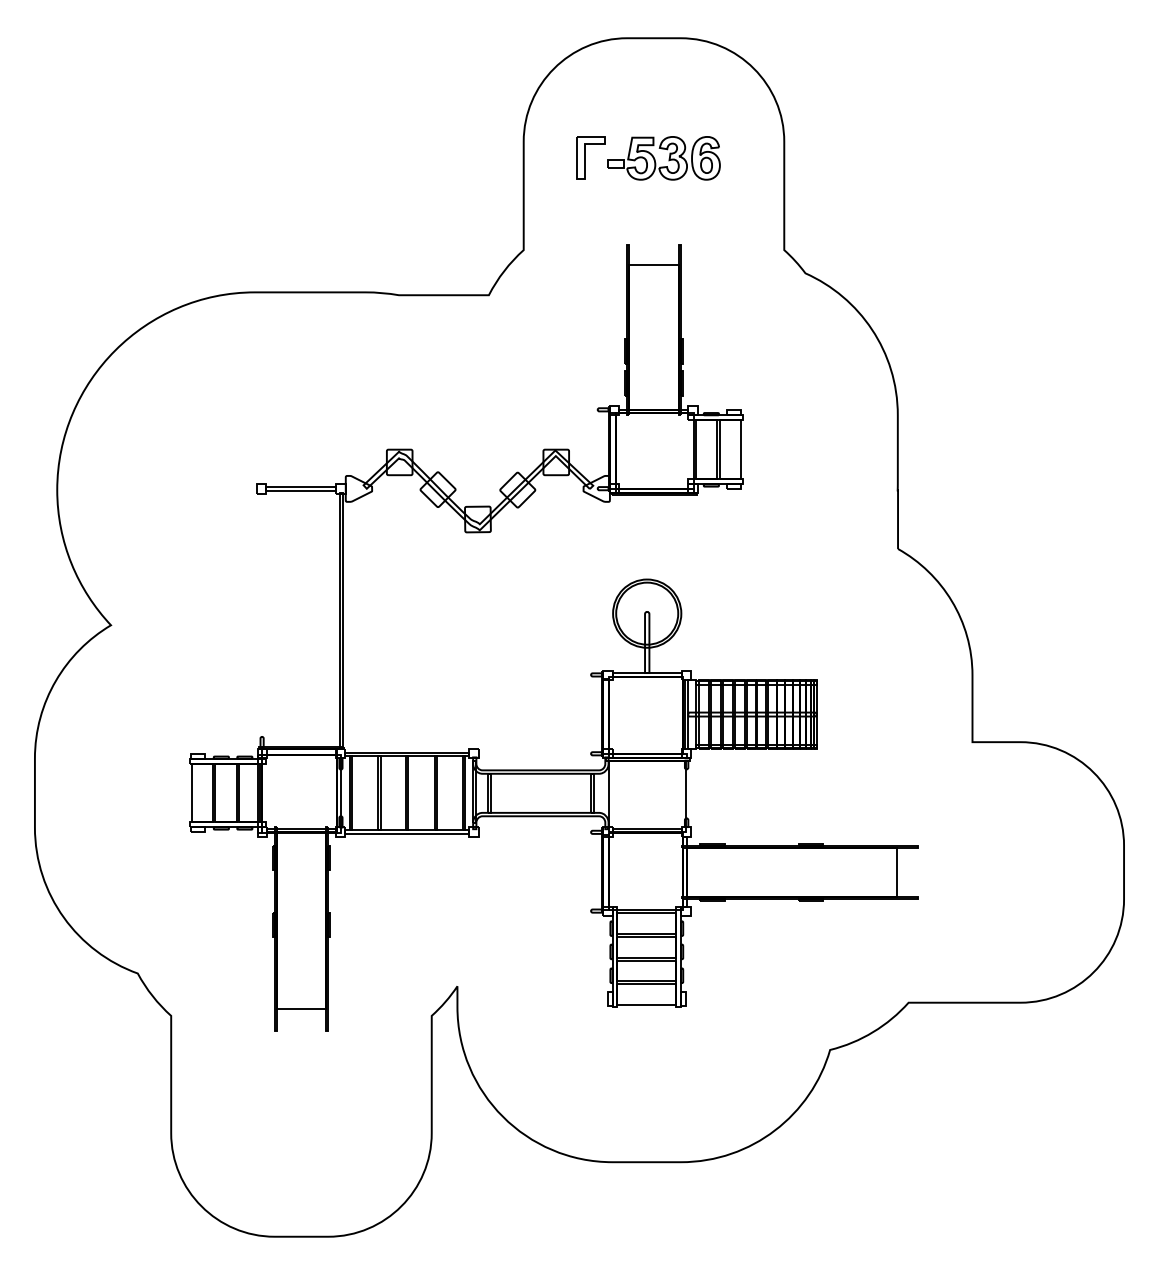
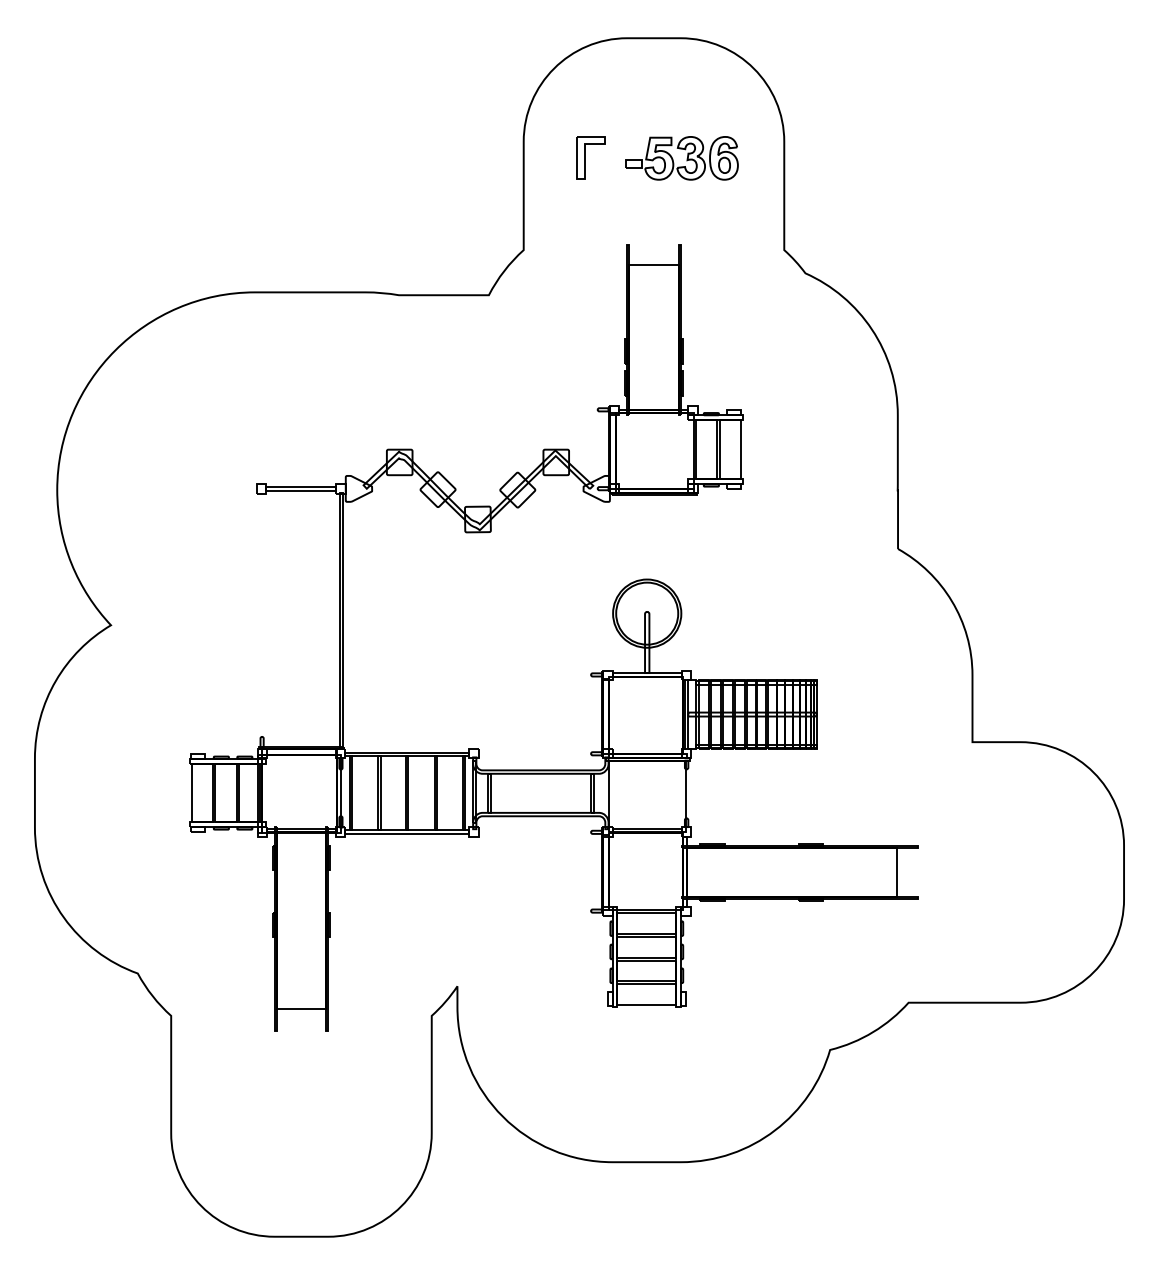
part at (663, 158) position: (663, 158) -> (681, 158)
